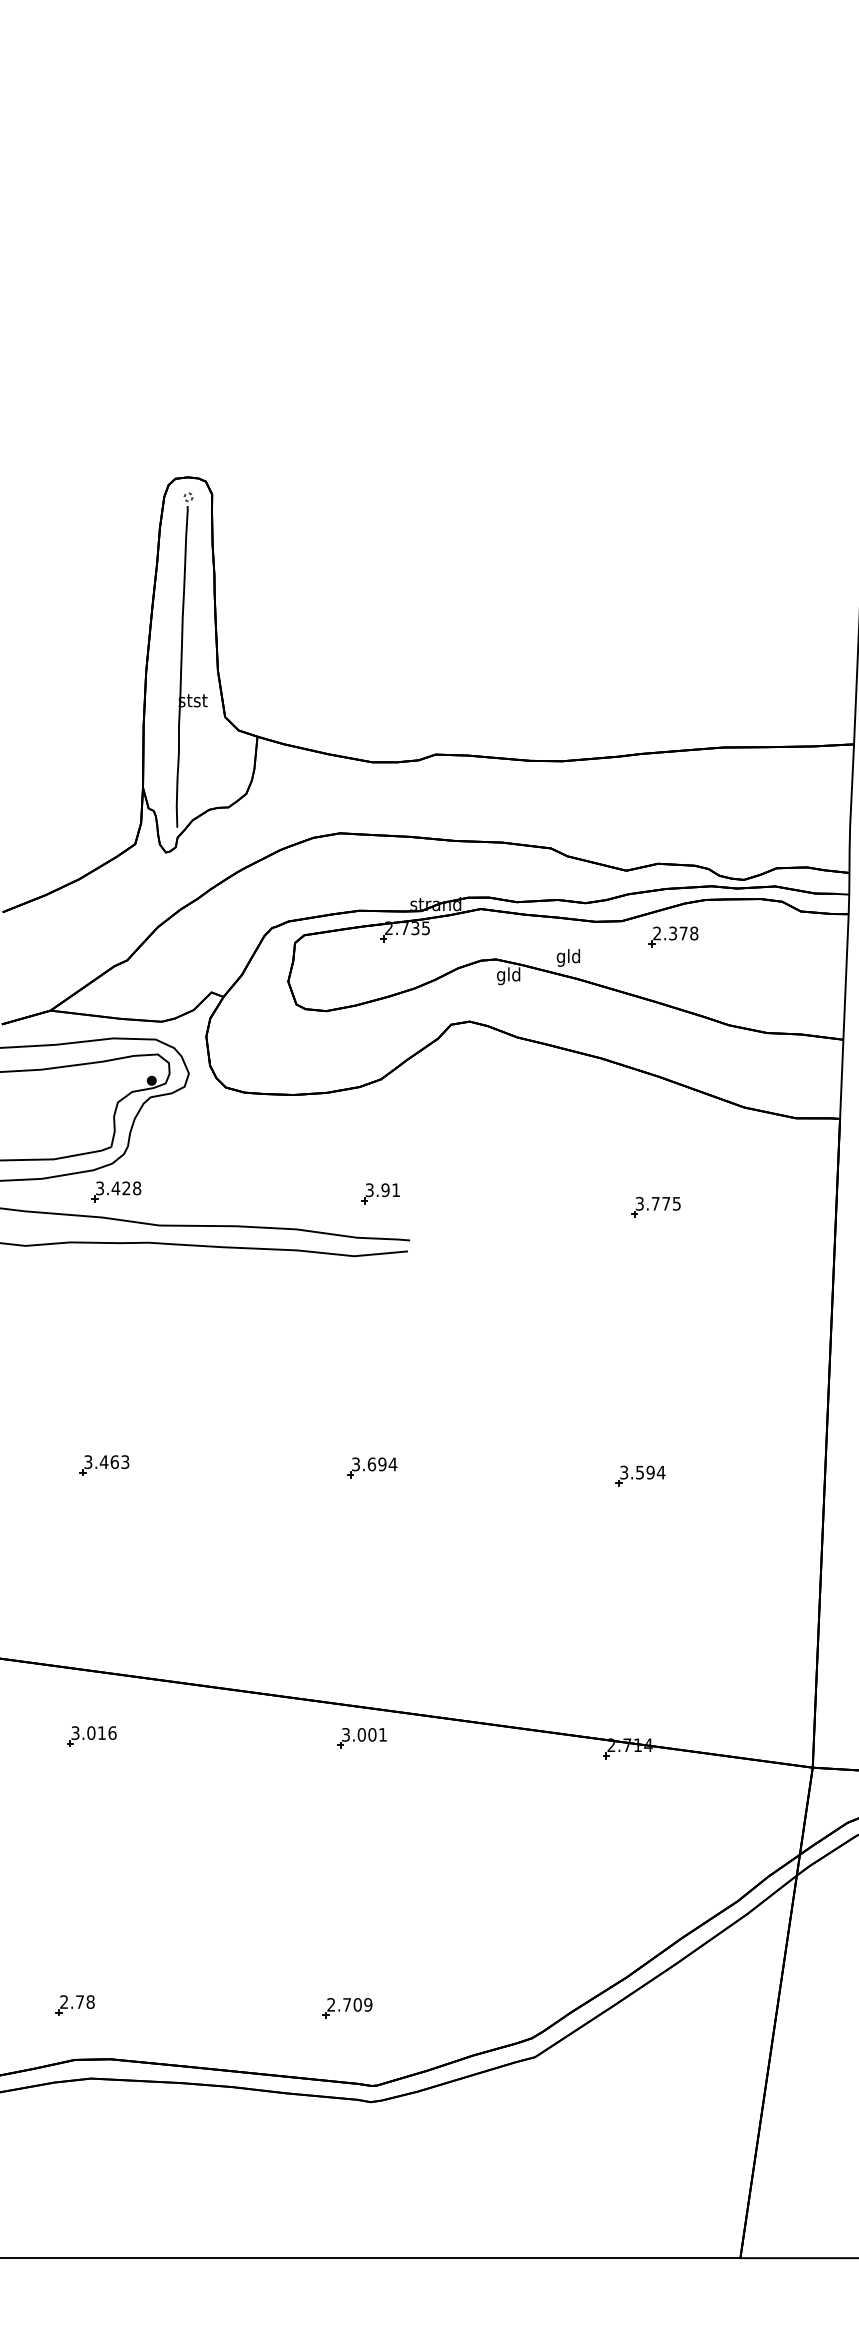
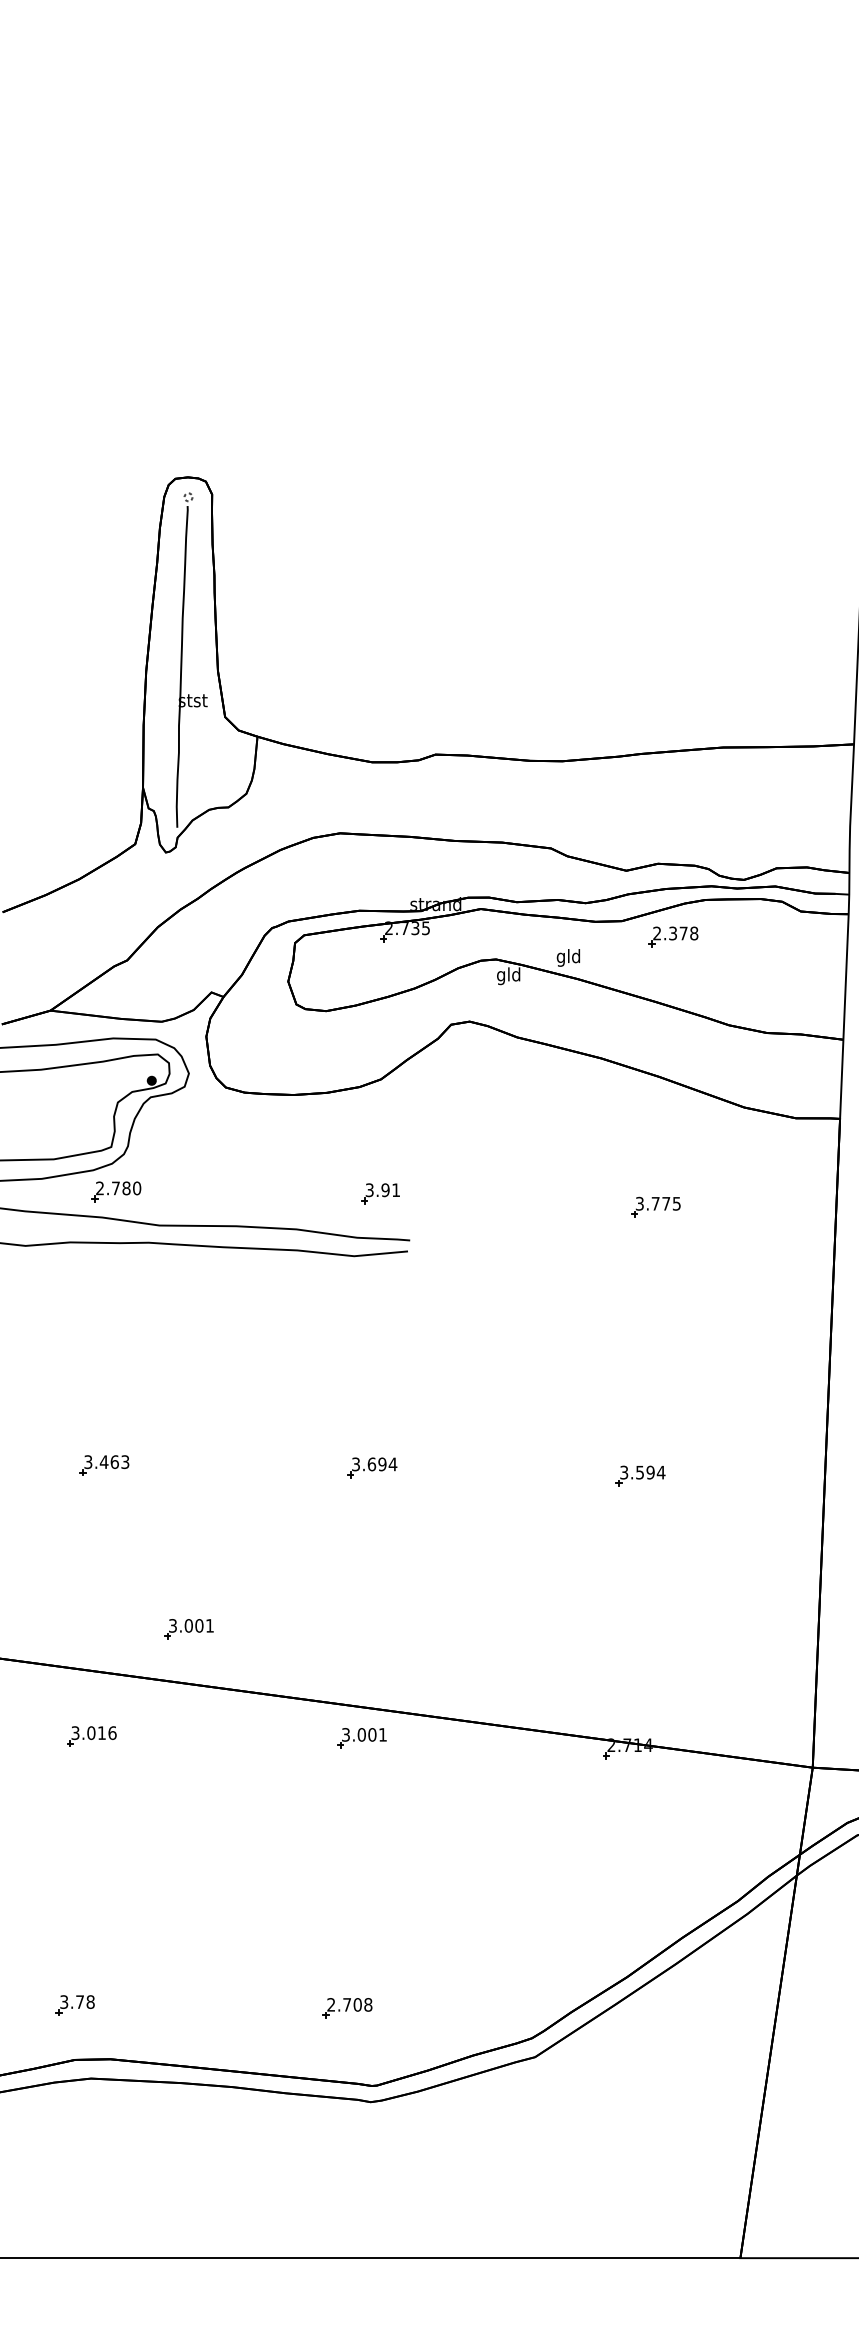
text at (118, 1188): 3.428 -> 2.780
part at (188, 1629): none -> present
text at (64, 2002): 2.78 -> 3.78
text at (368, 2004): 2.709 -> 2.708
